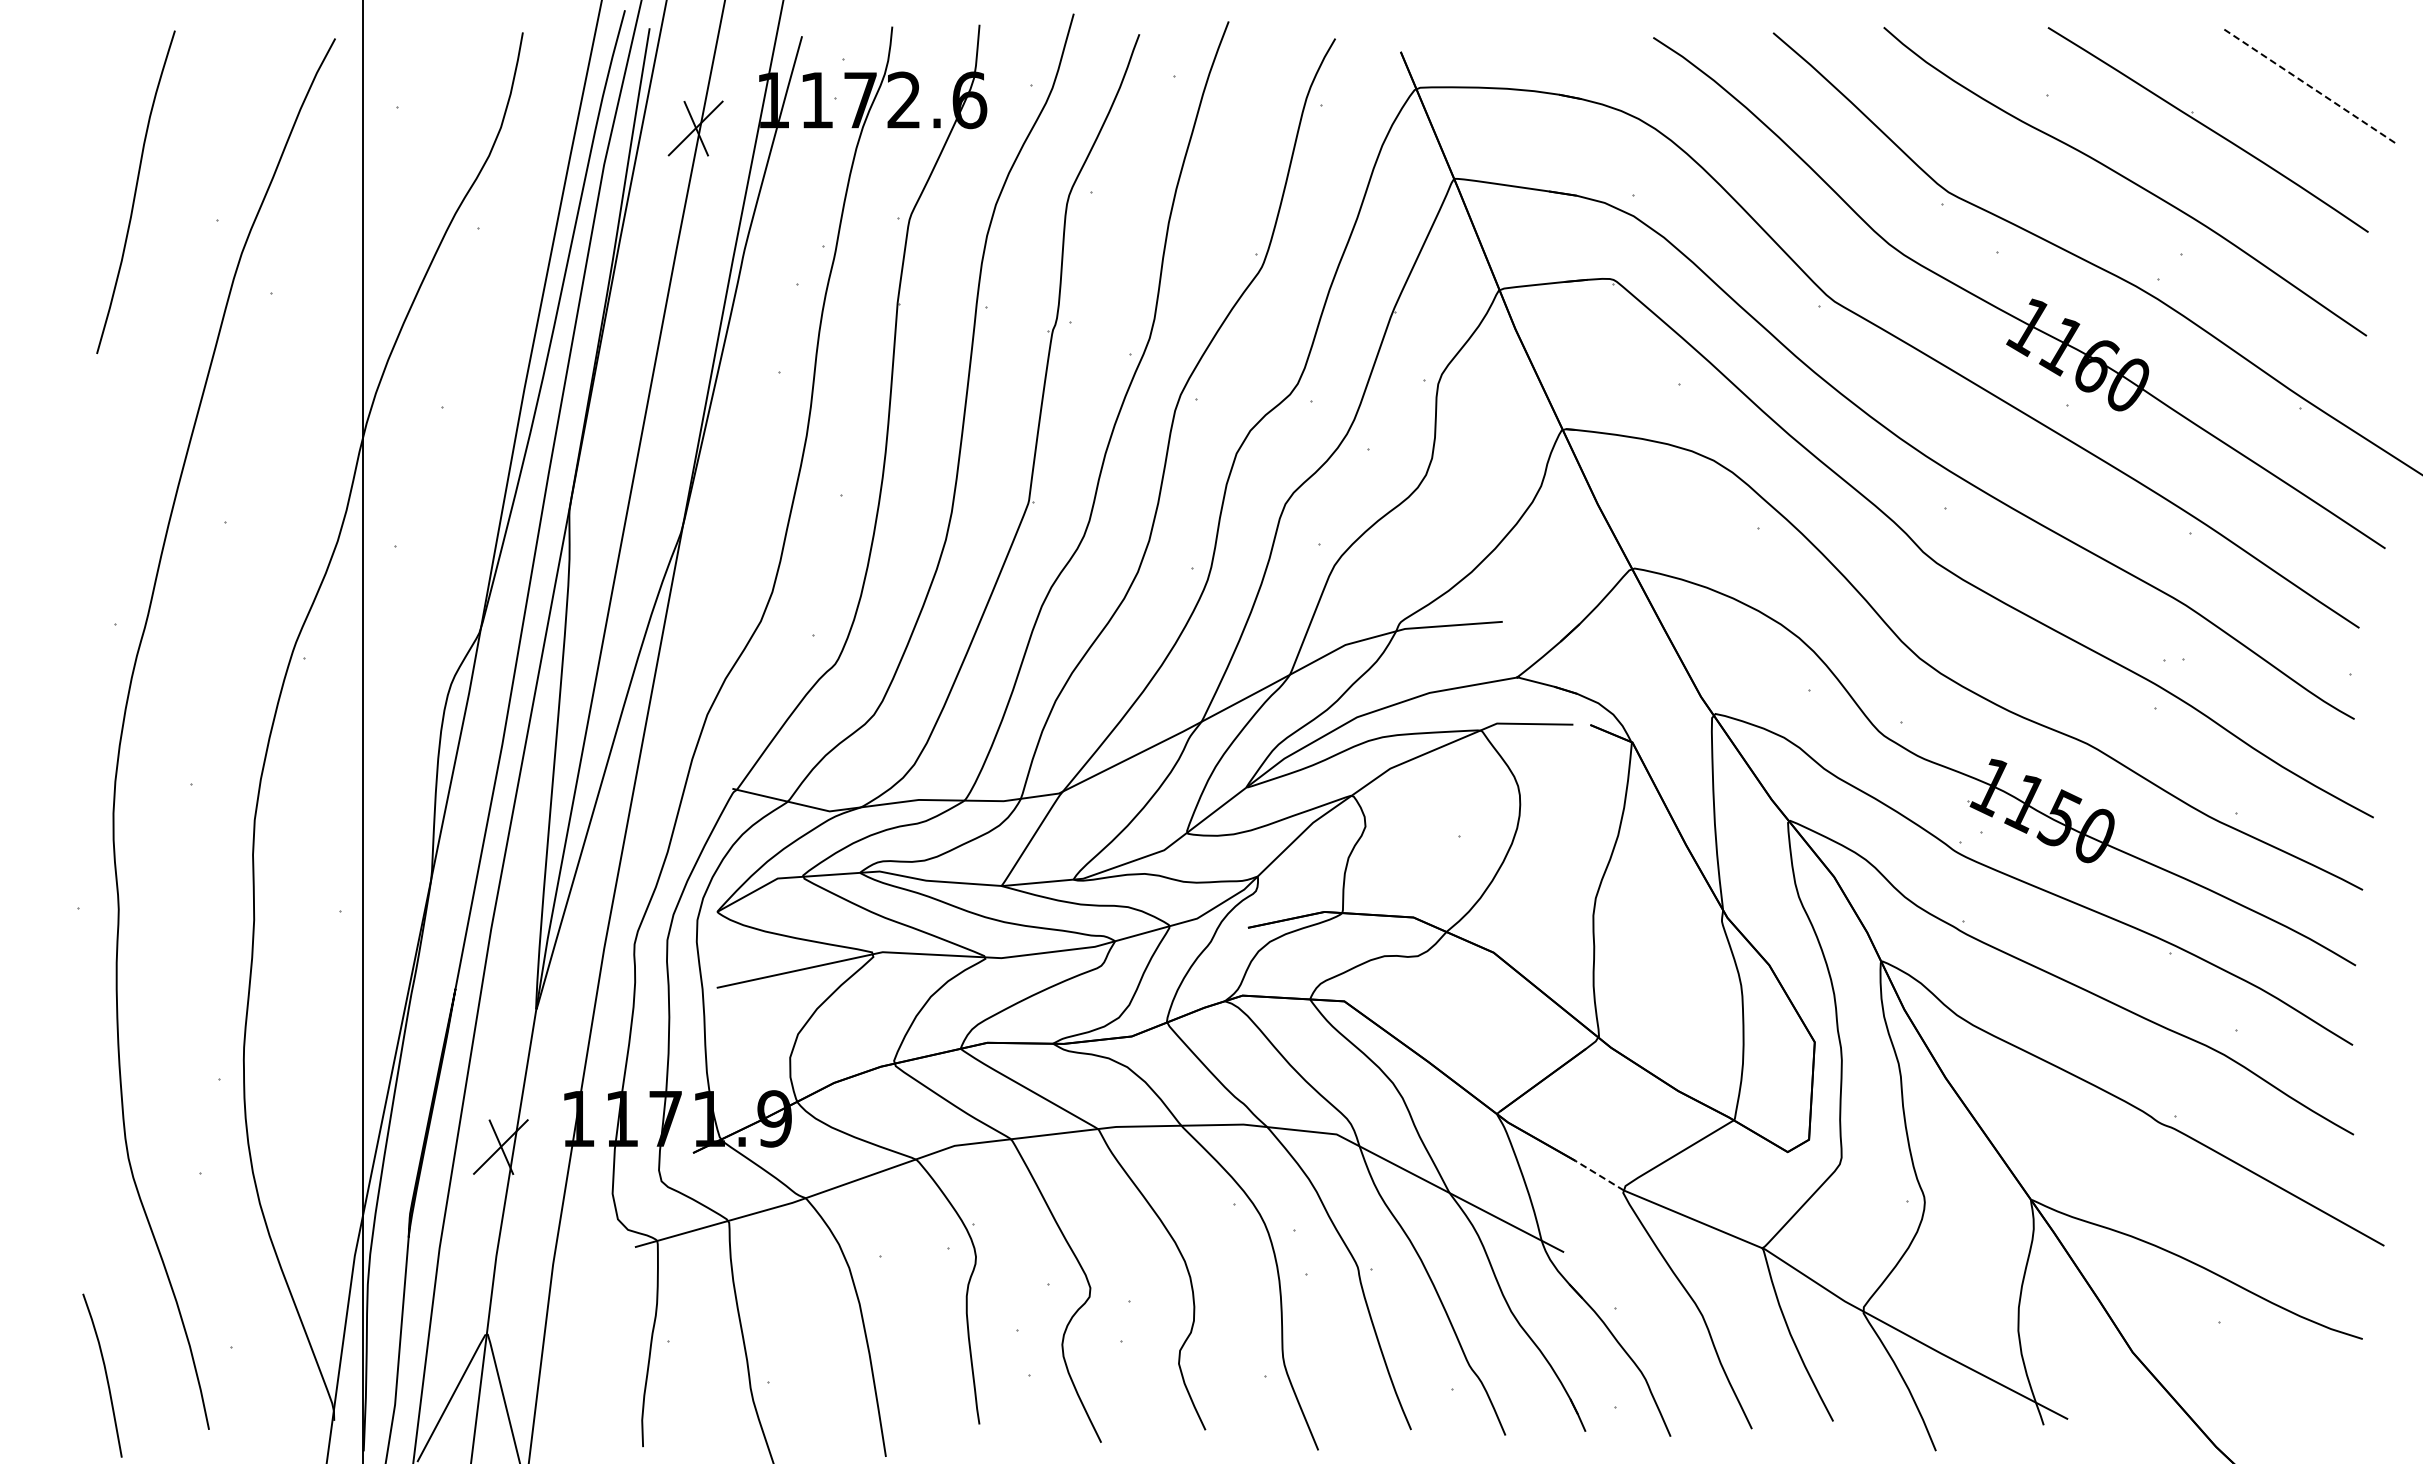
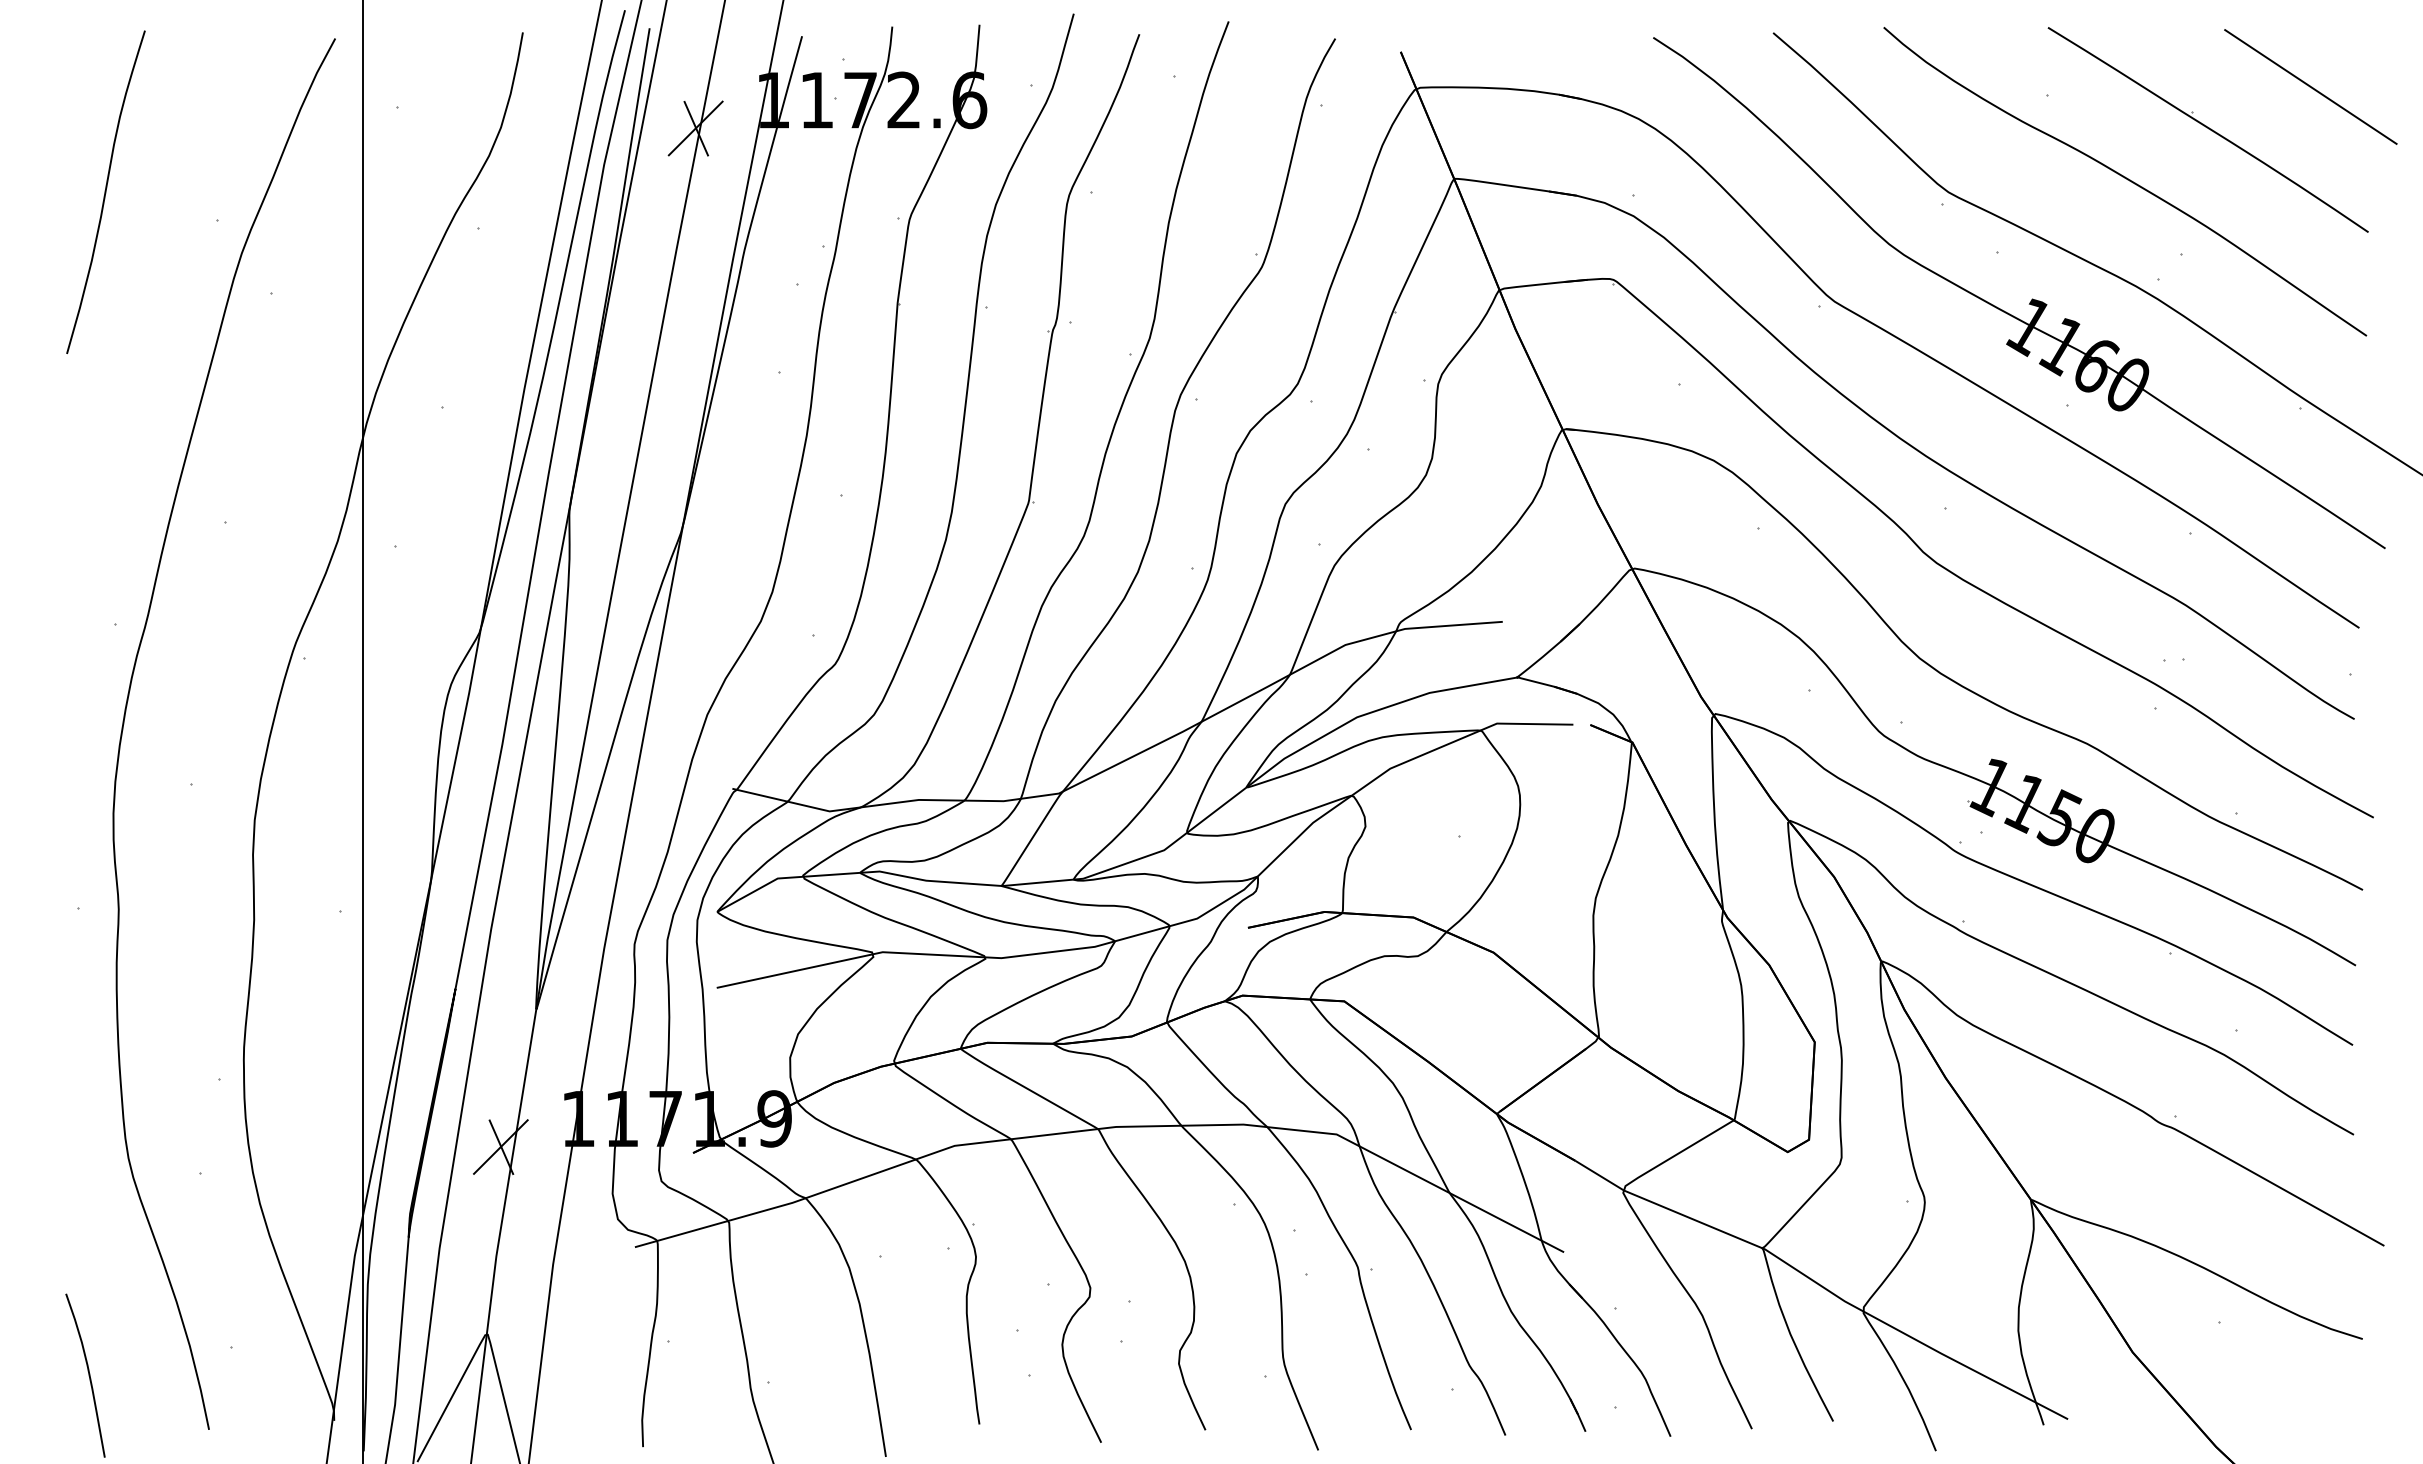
line at (2310, 87): dashed -> solid
curve at (135, 191) position: (135, 191) -> (105, 191)
line at (1599, 1175): dashed -> solid
curve at (105, 1375) position: (105, 1375) -> (88, 1375)
